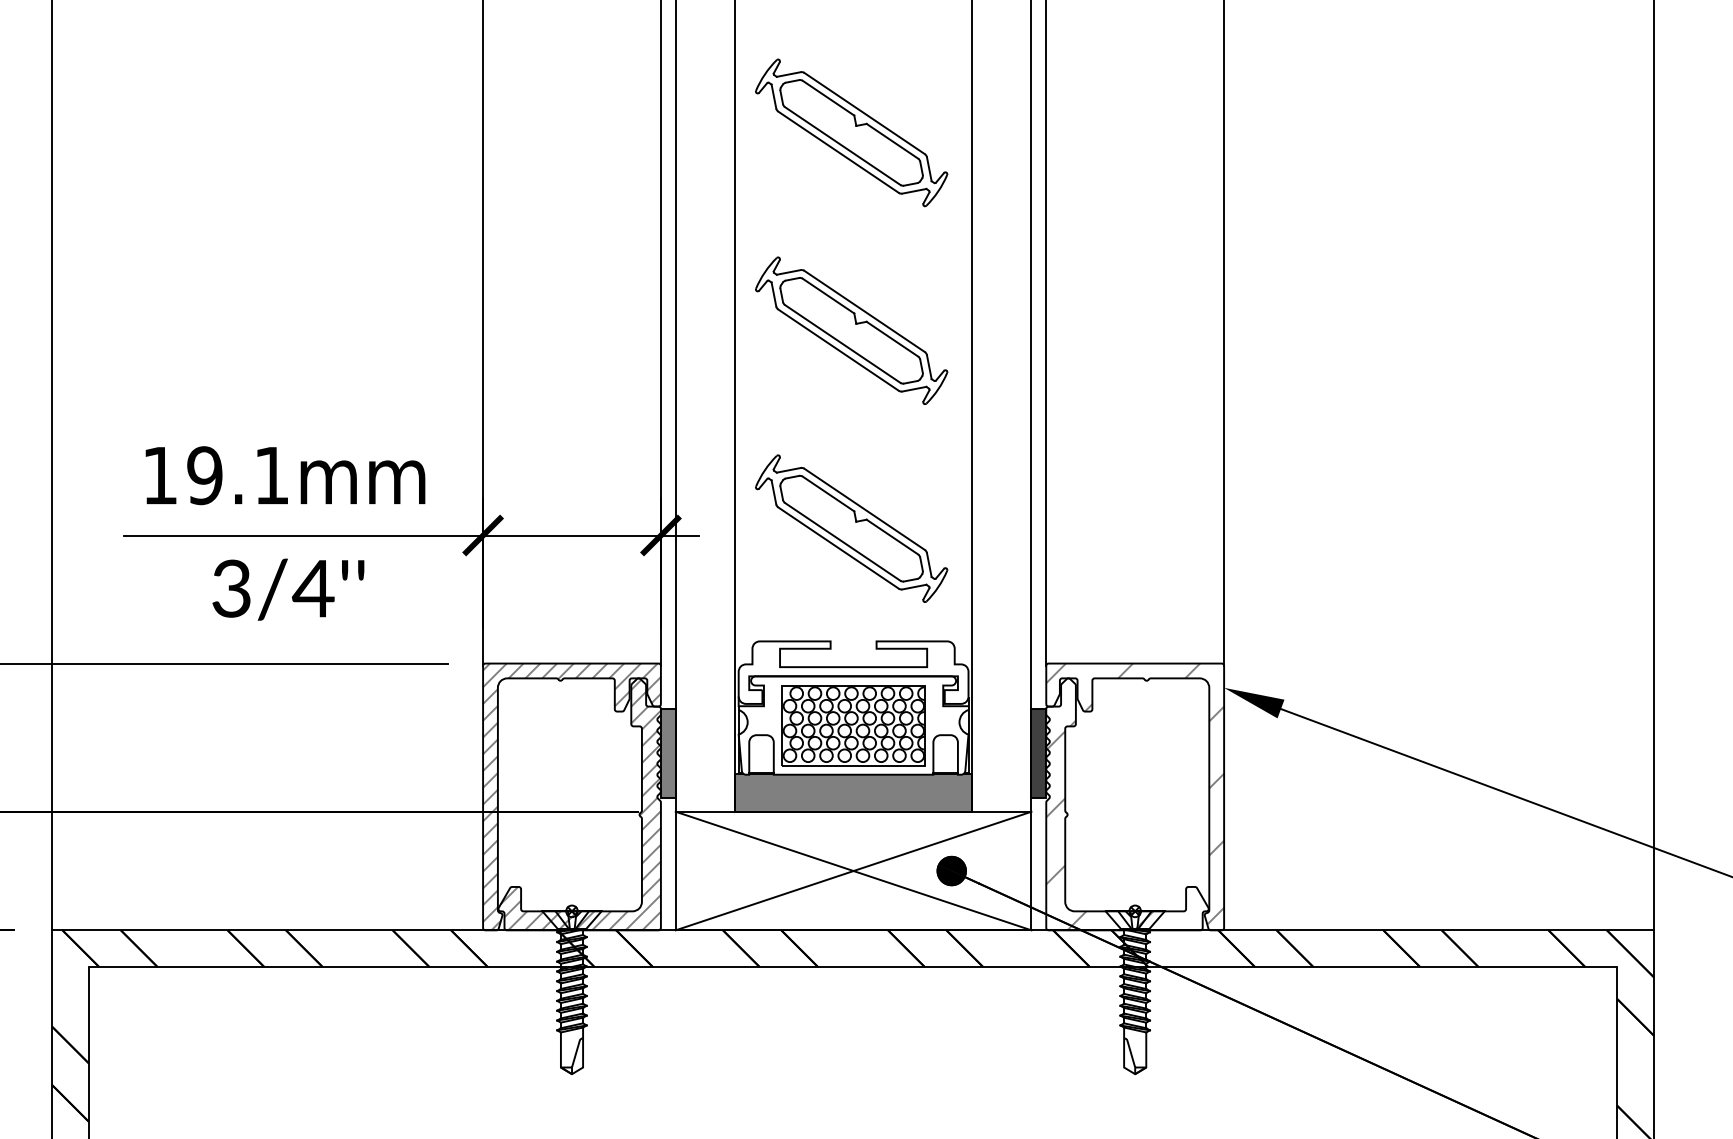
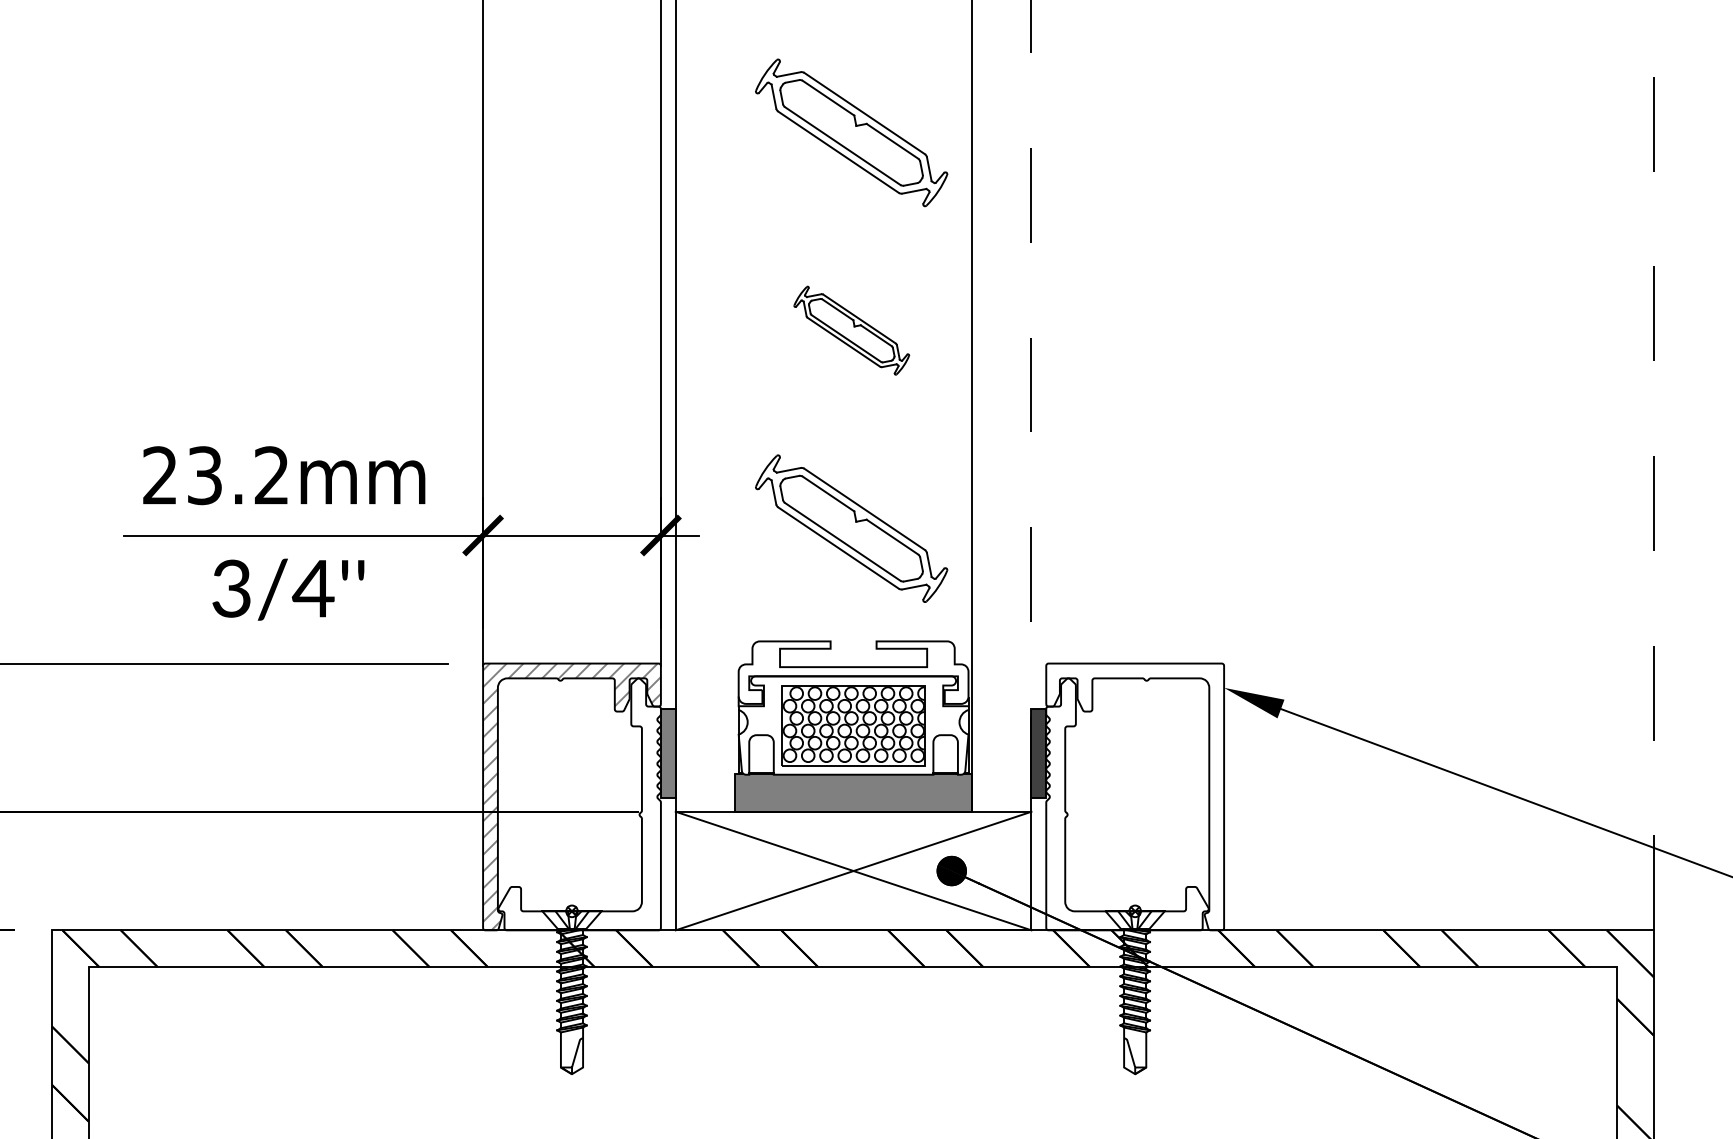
part at (851, 330) size: 194x149 px -> 118x91 px
line at (1046, 333): present -> none
line at (1224, 333): present -> none
line at (1031, 405): solid -> dashed
line at (735, 406): present -> none
line at (1654, 465): solid -> dashed
line at (51, 466): present -> none
text at (215, 475): 19.1mm -> 23.2mm
hatch at (1135, 793): present -> none
hatch at (580, 804): present -> none
hatch at (1099, 825): present -> none
